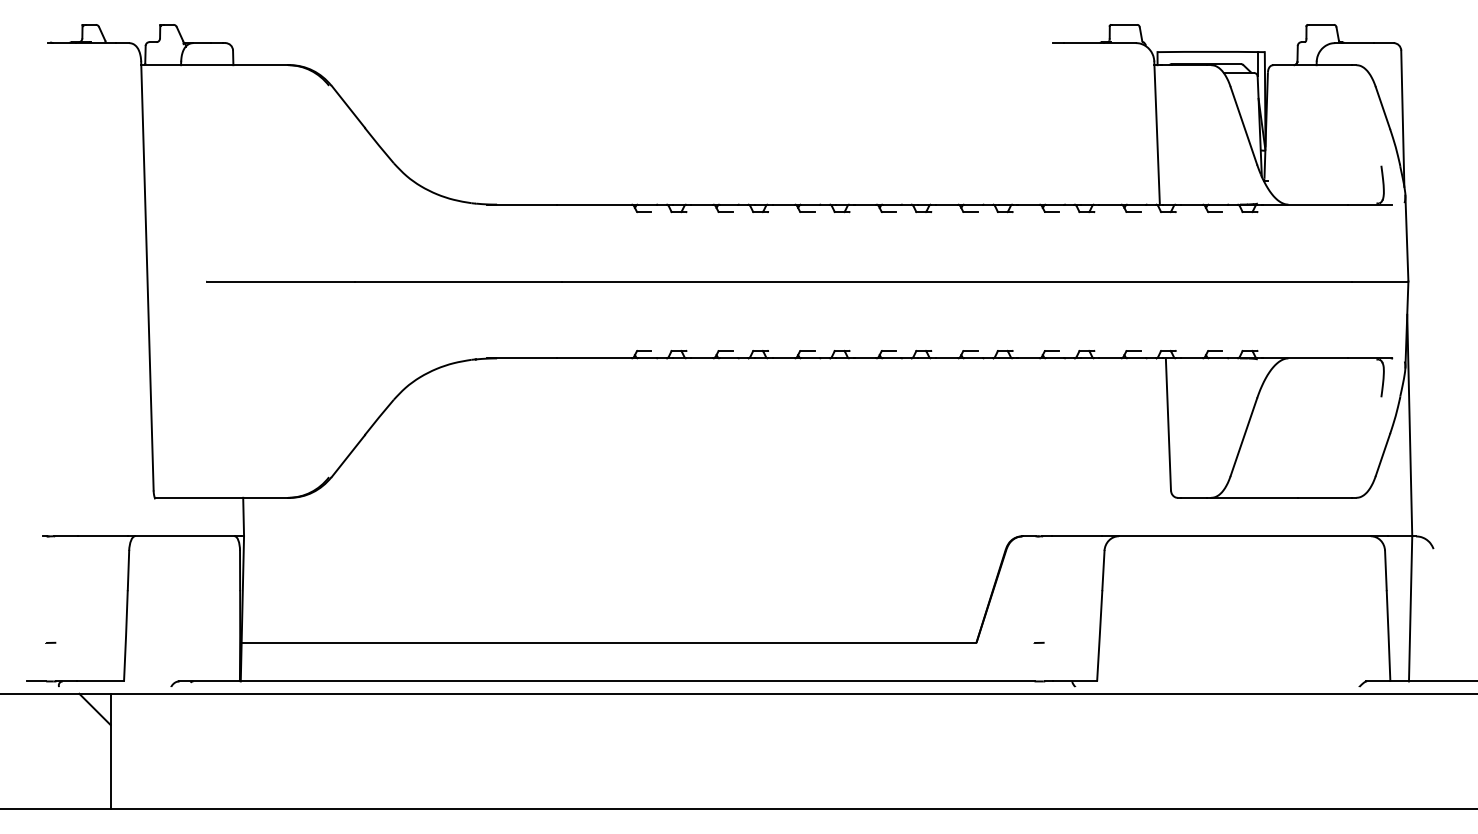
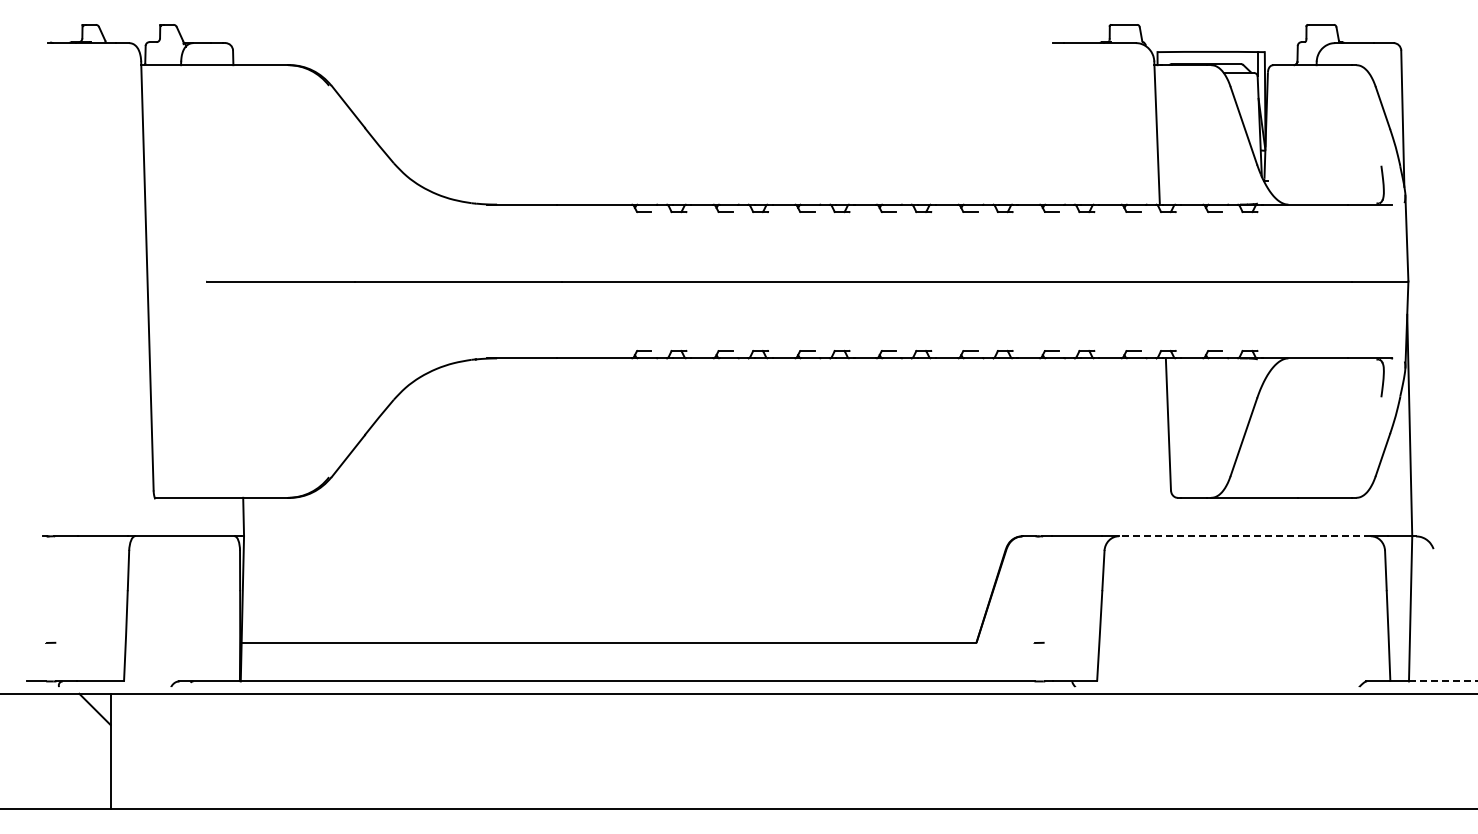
line at (1244, 536): solid -> dashed
line at (1443, 681): solid -> dashed
